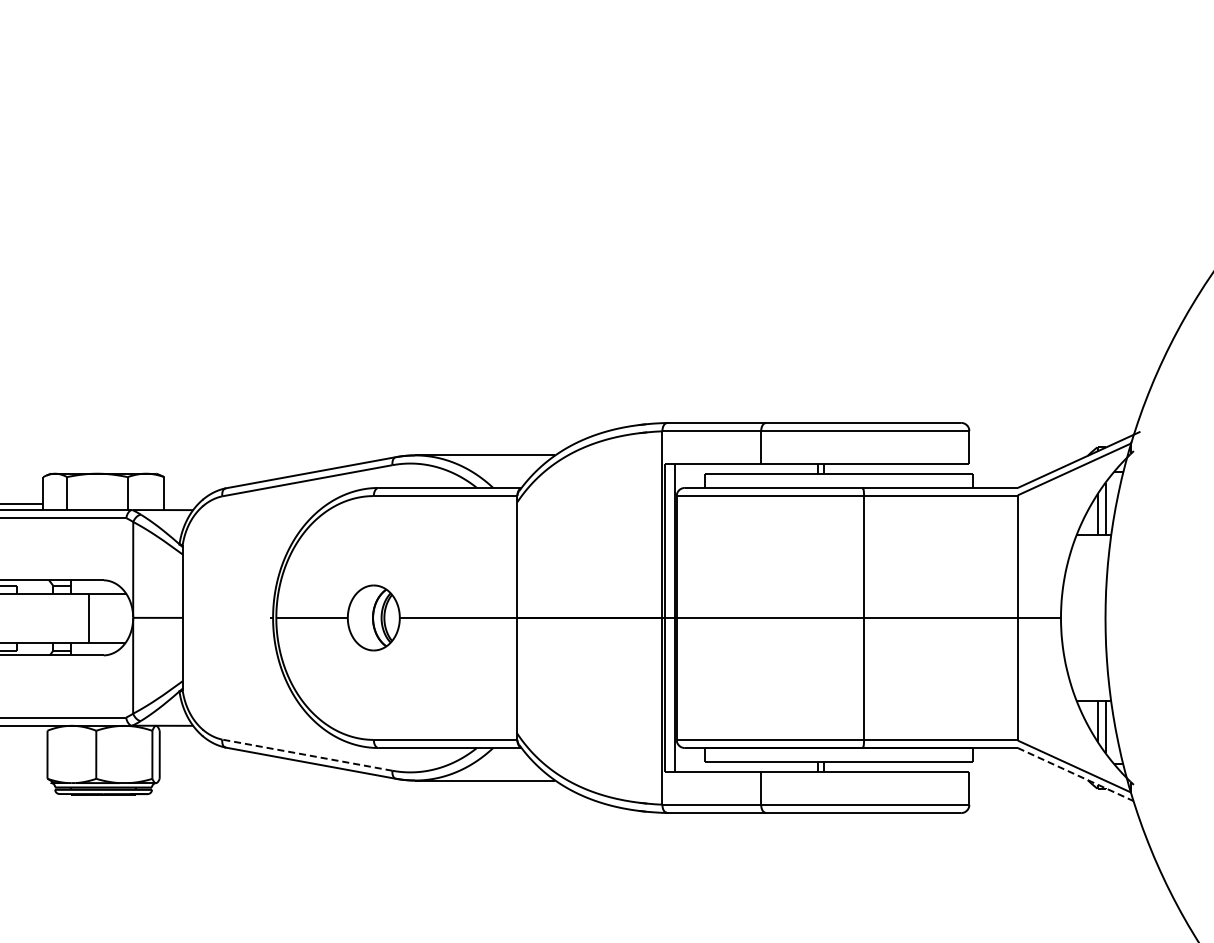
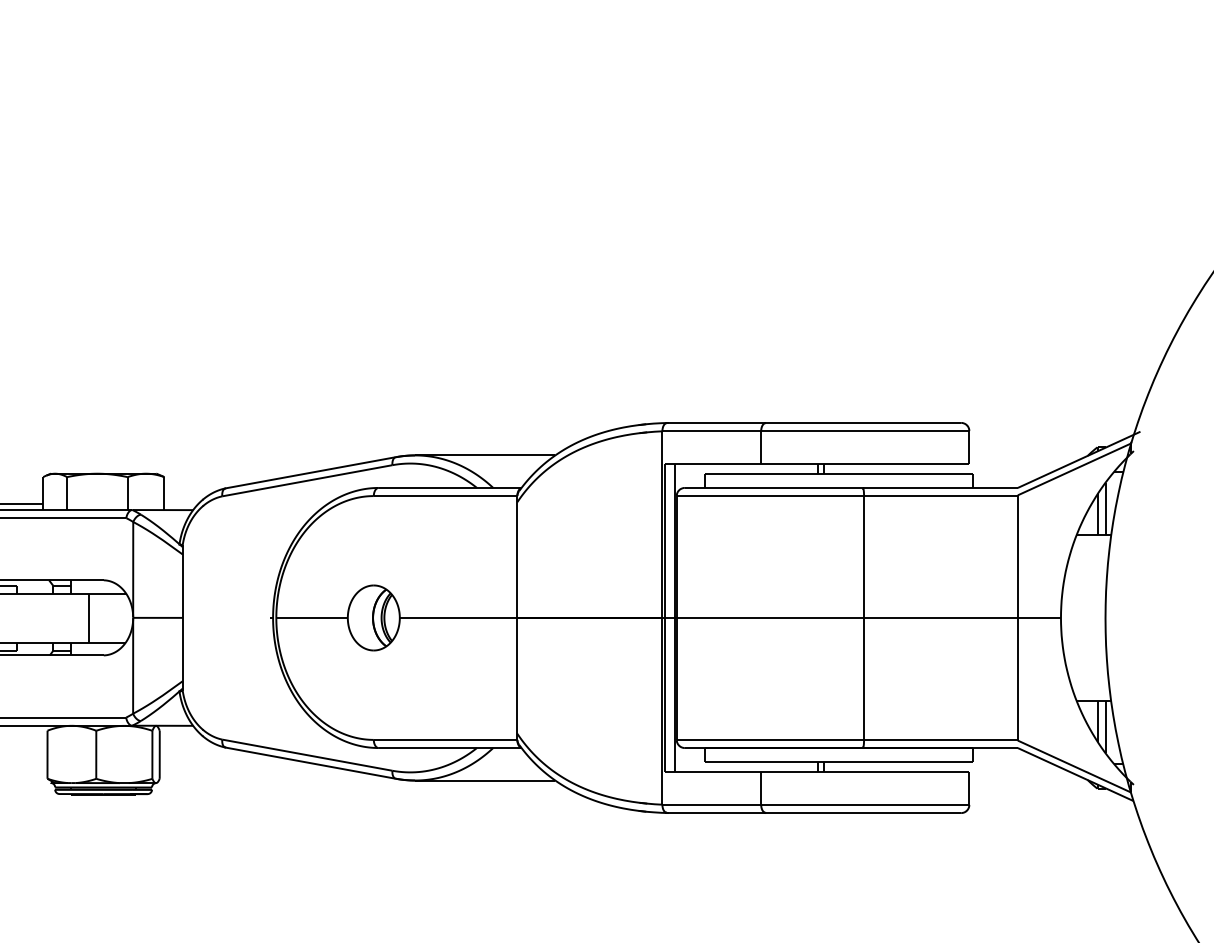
line at (306, 755): dashed -> solid
line at (1075, 774): dashed -> solid
